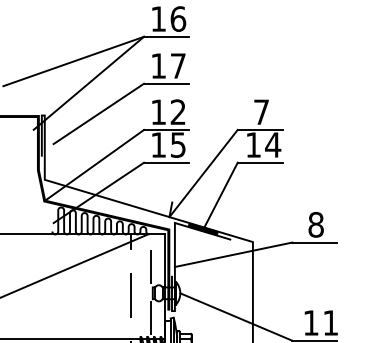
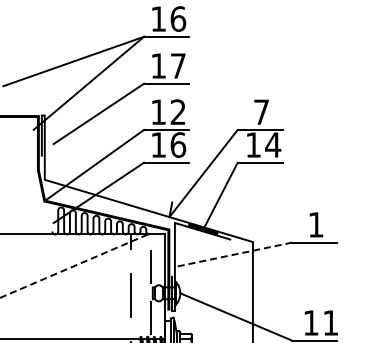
text at (178, 144): 15 -> 16
text at (315, 224): 8 -> 1
line at (233, 254): solid -> dashed
line at (73, 266): solid -> dashed
